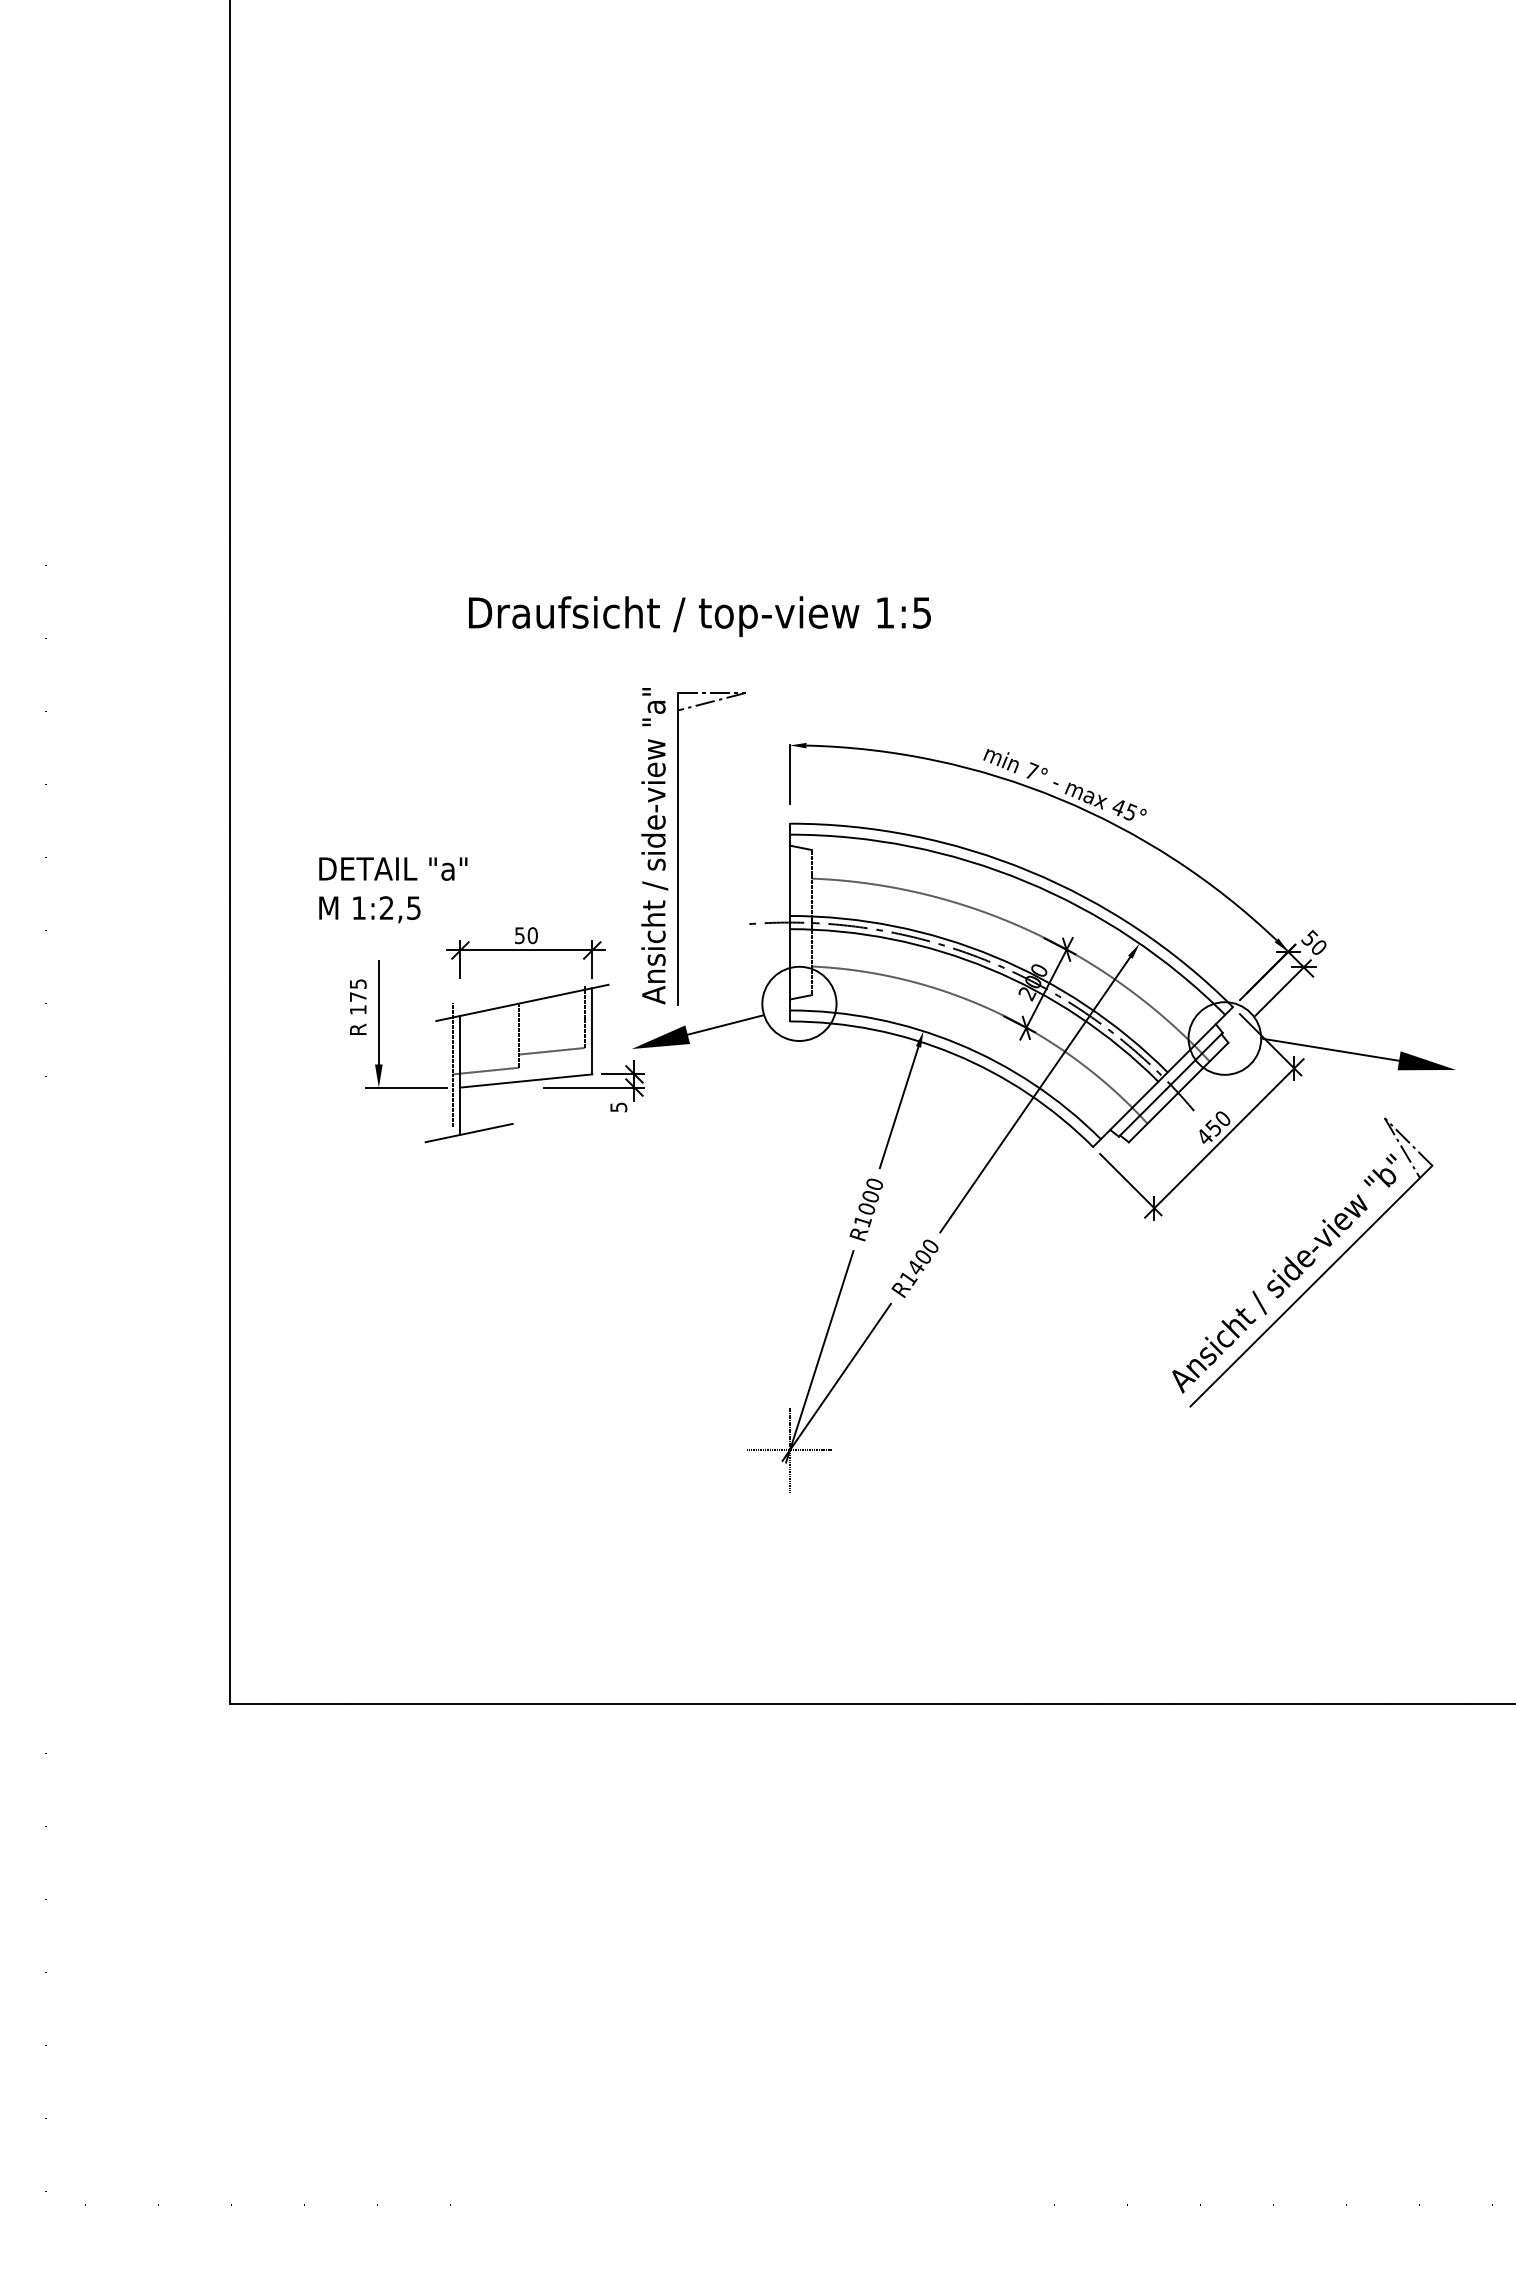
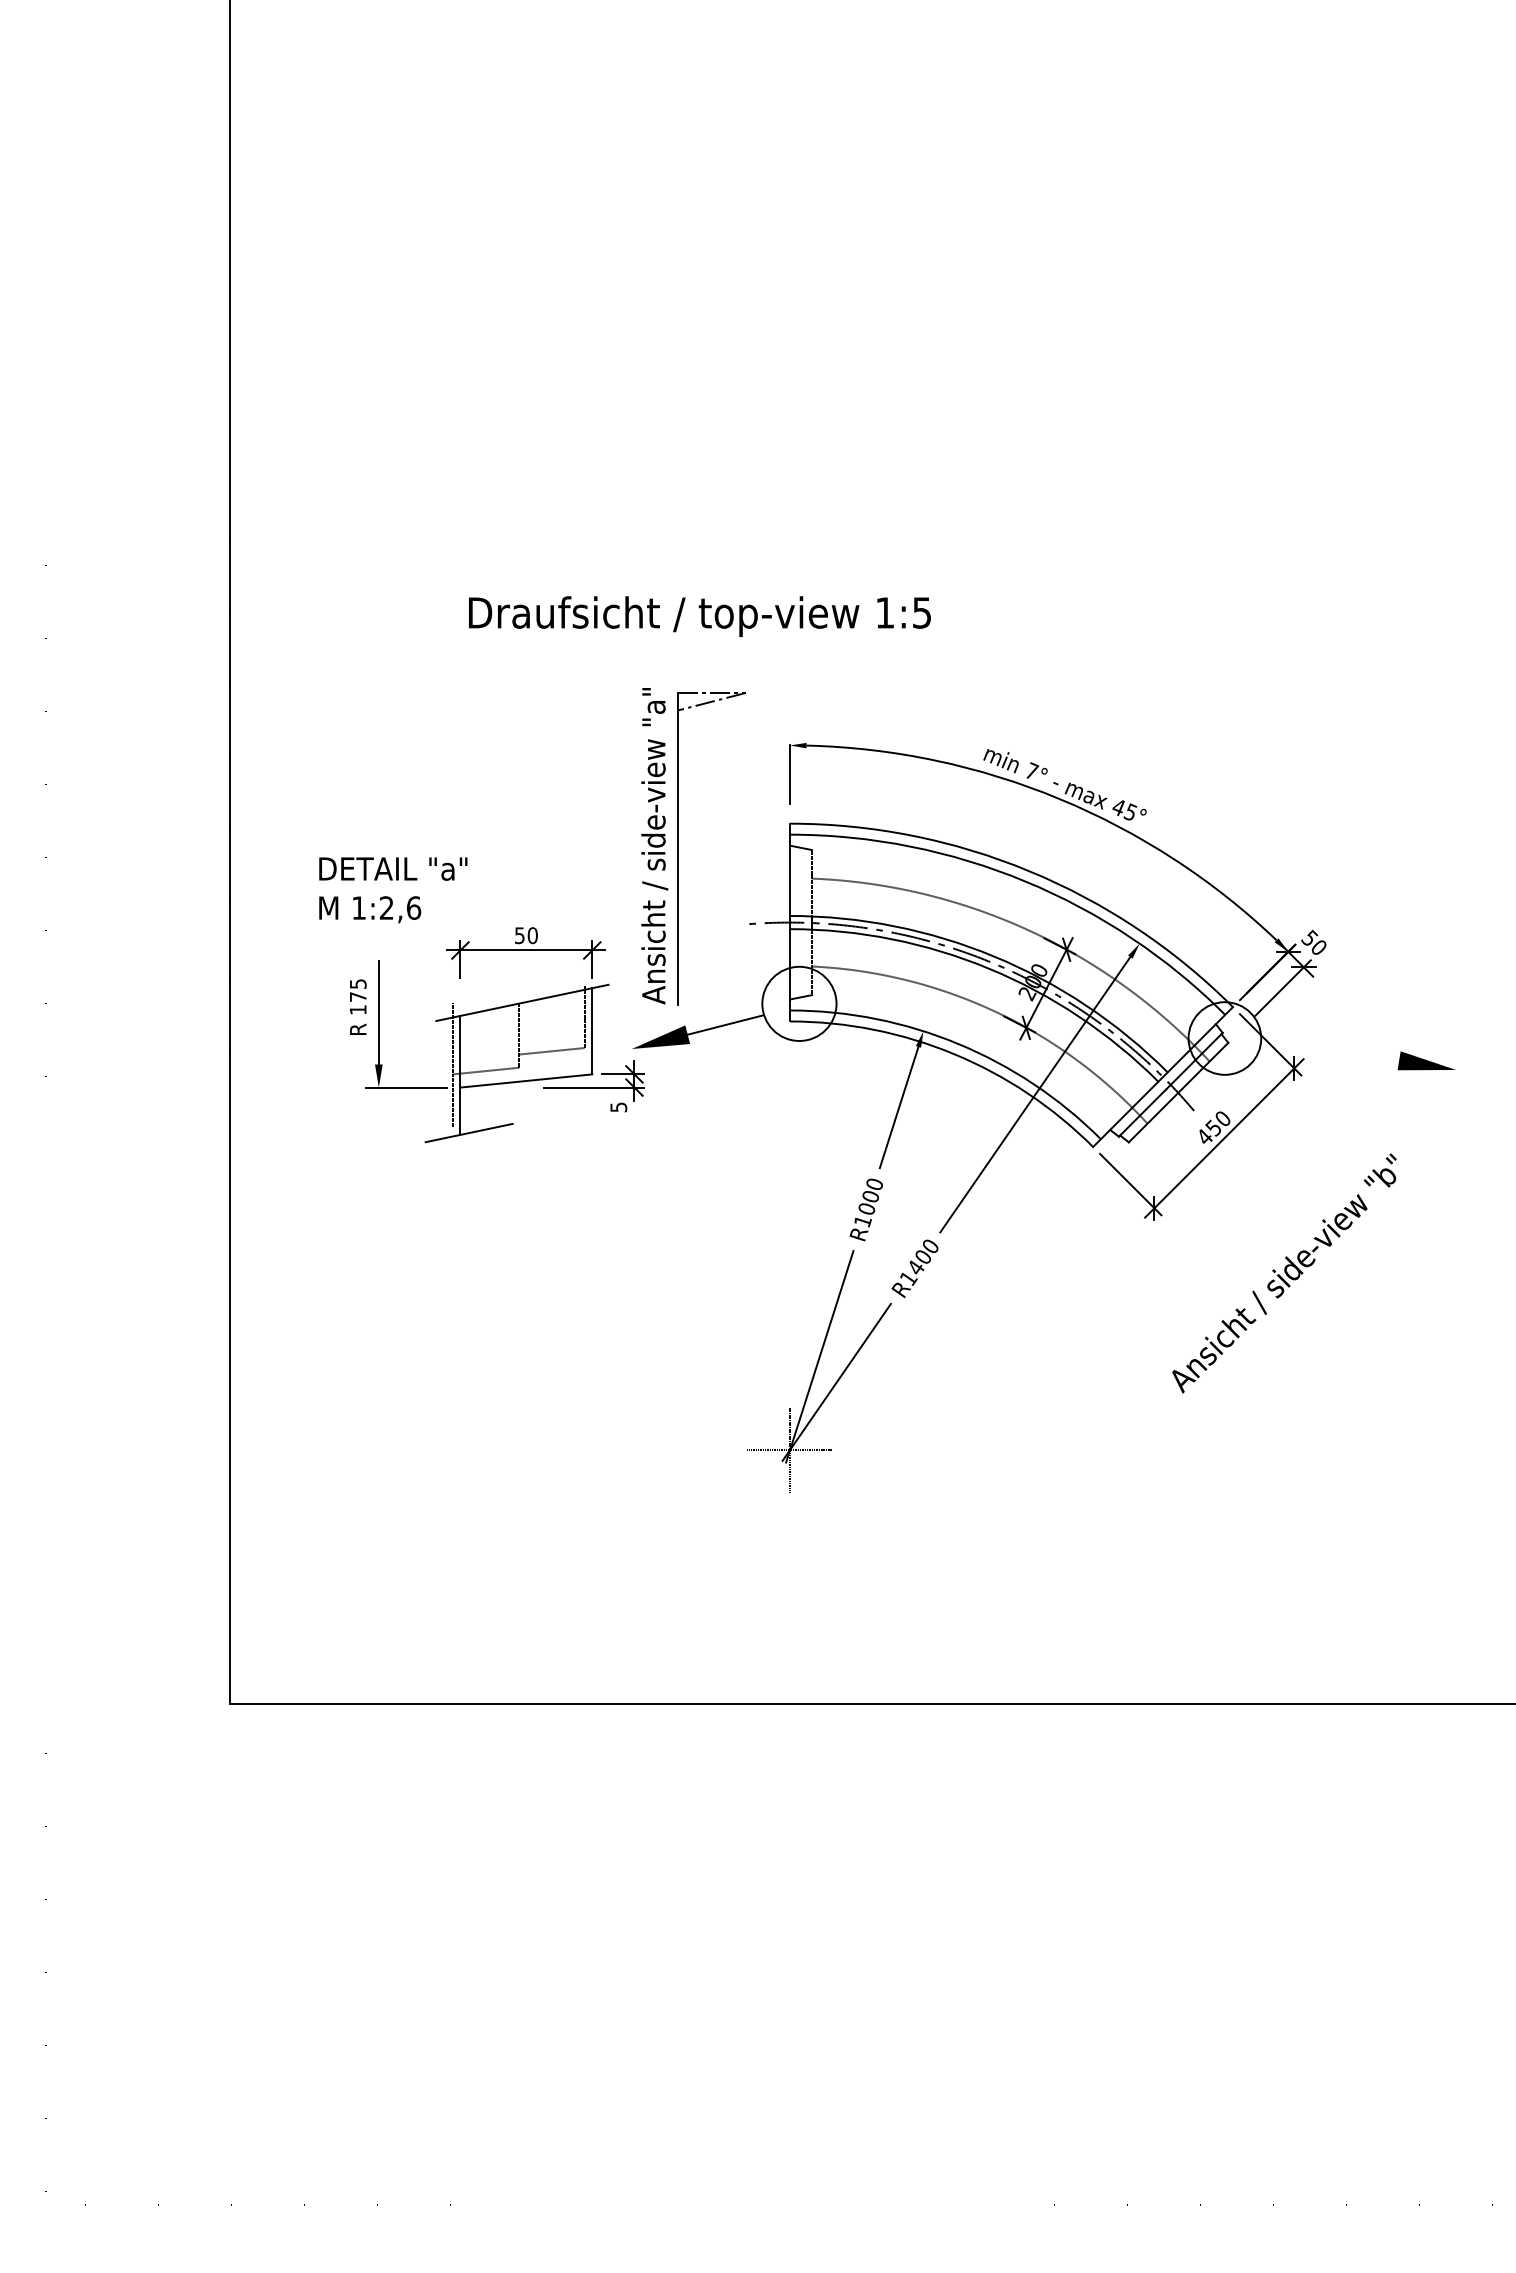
text at (414, 907): 1:2,5 -> 1:2,6
line at (1330, 1049): present -> none
part at (1322, 1273): present -> none
